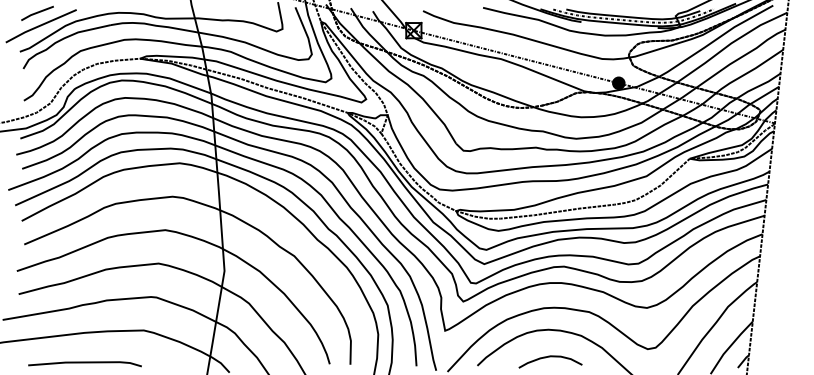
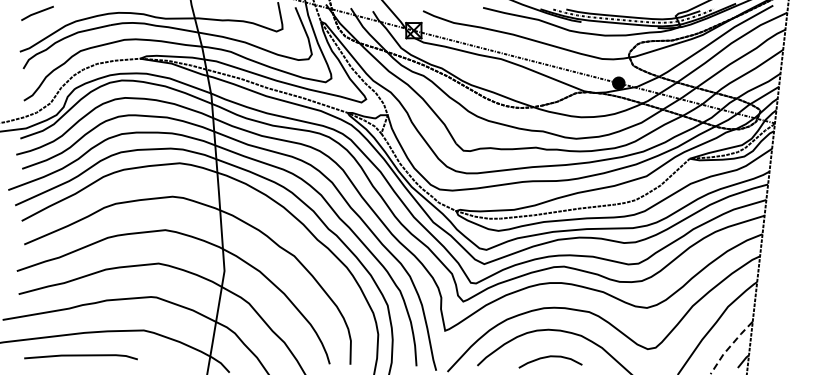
line at (40, 26): present -> none
line at (729, 346): solid -> dashed
line at (84, 363) position: (84, 363) -> (80, 356)
